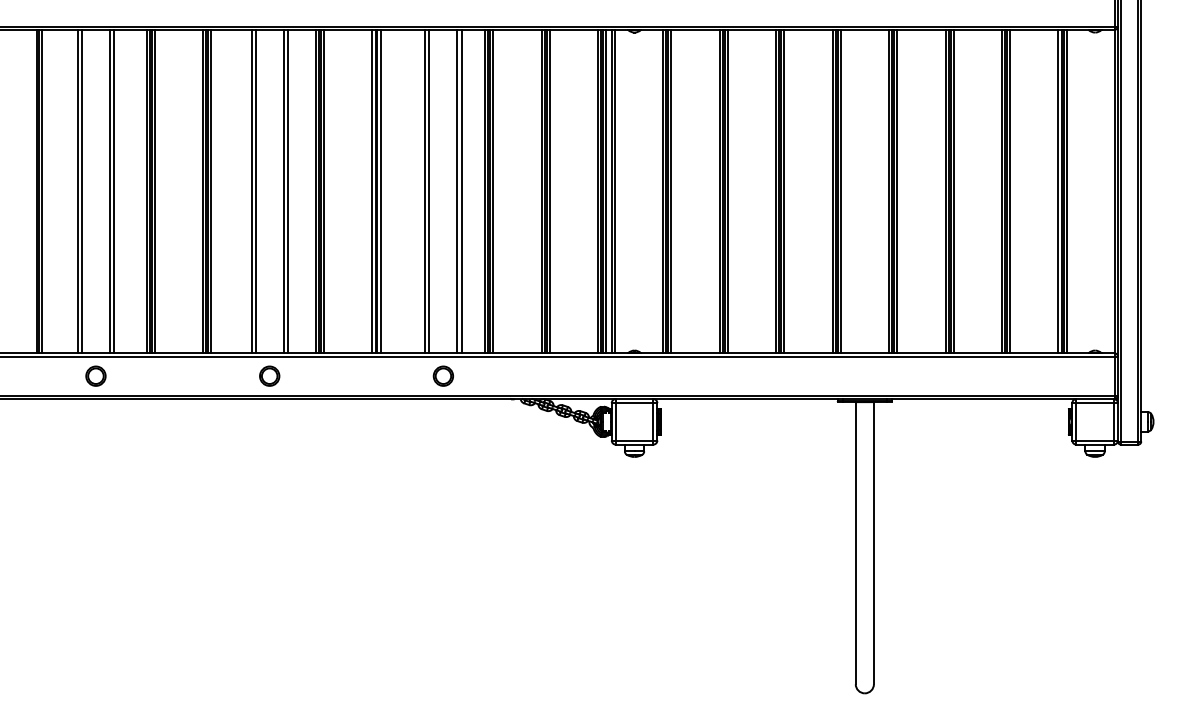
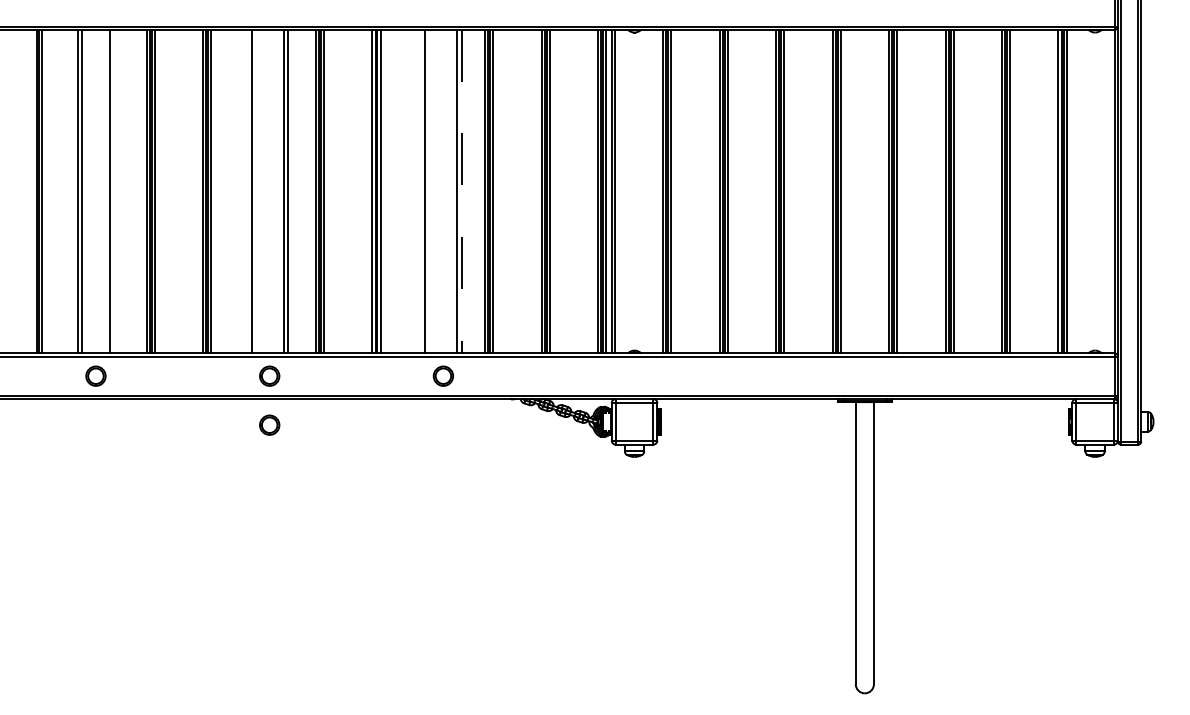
line at (114, 191): present -> none
line at (255, 191): present -> none
line at (429, 191): present -> none
line at (461, 191): solid -> dashed
part at (269, 424): none -> present
